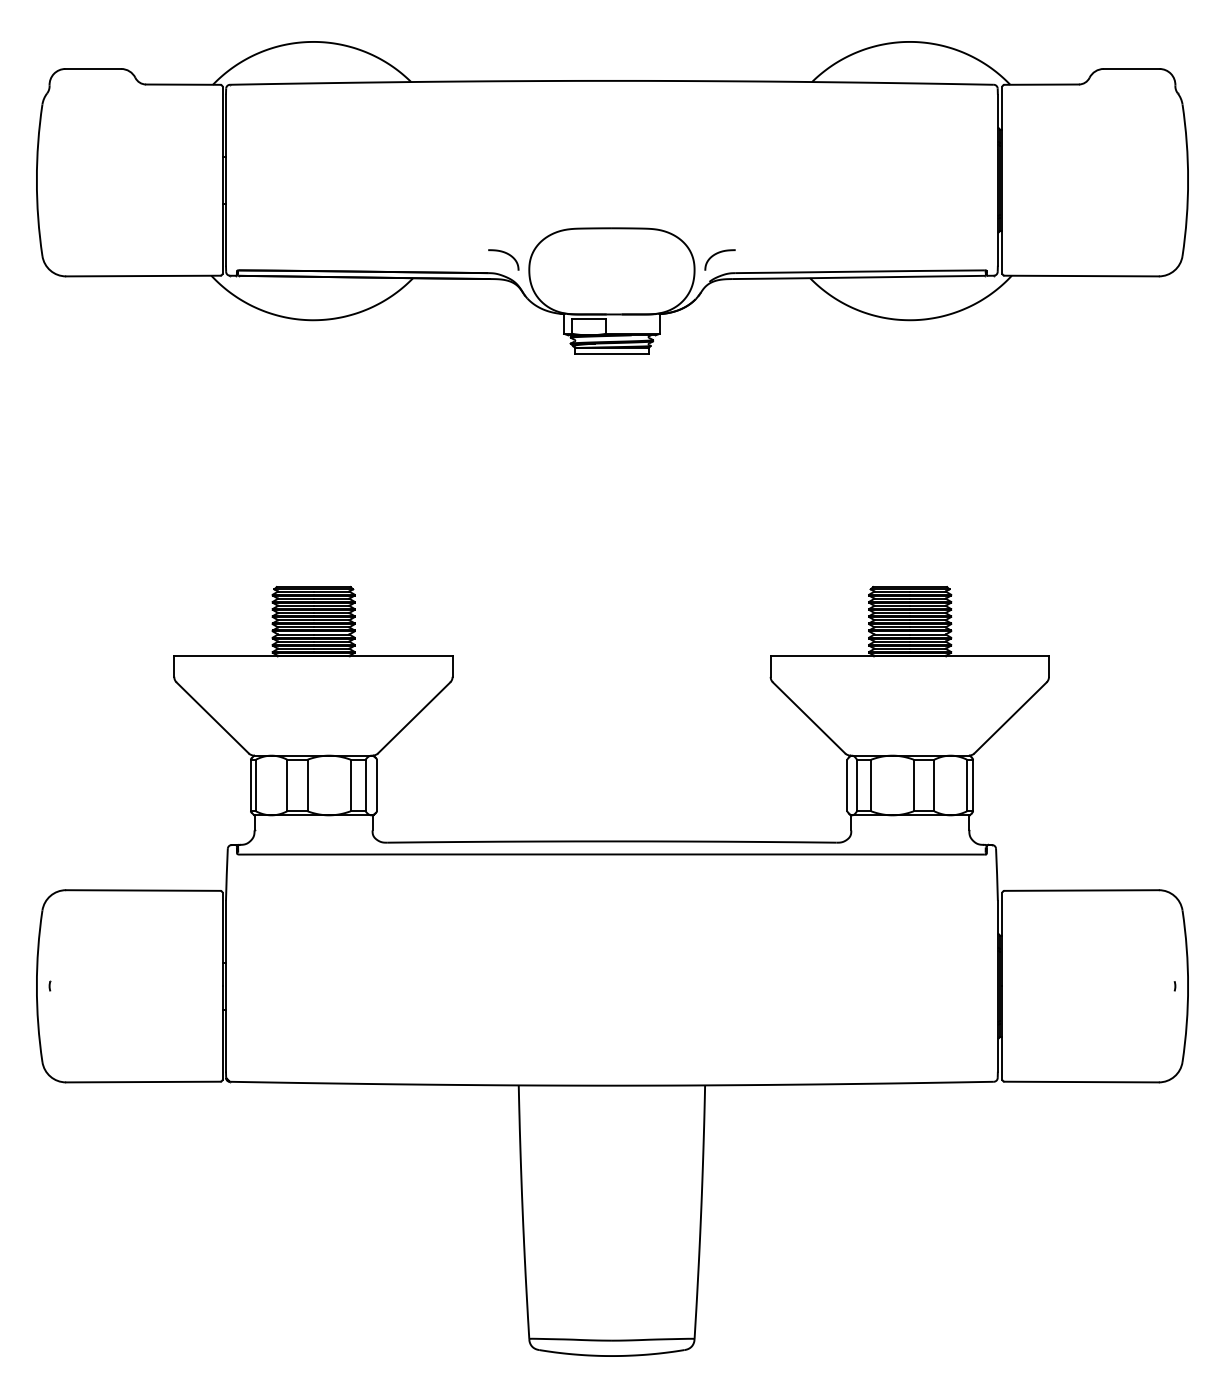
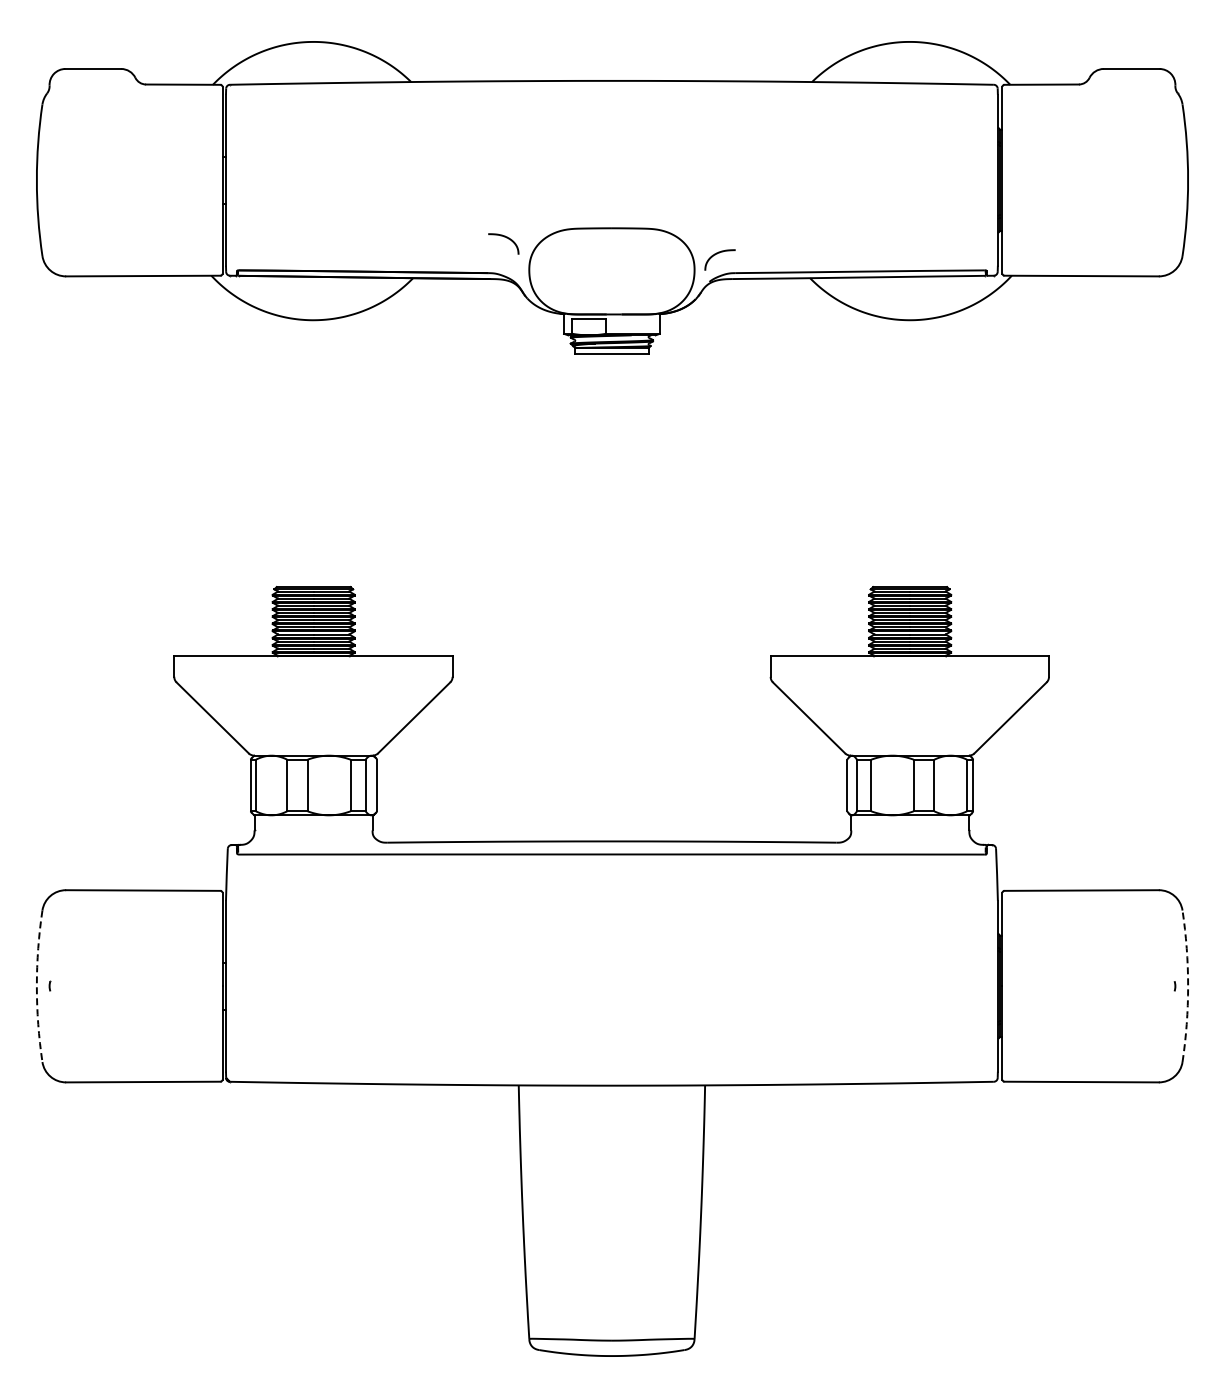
curve at (506, 254) position: (506, 254) -> (506, 238)
arc at (36, 986): solid -> dashed
arc at (1188, 986): solid -> dashed
